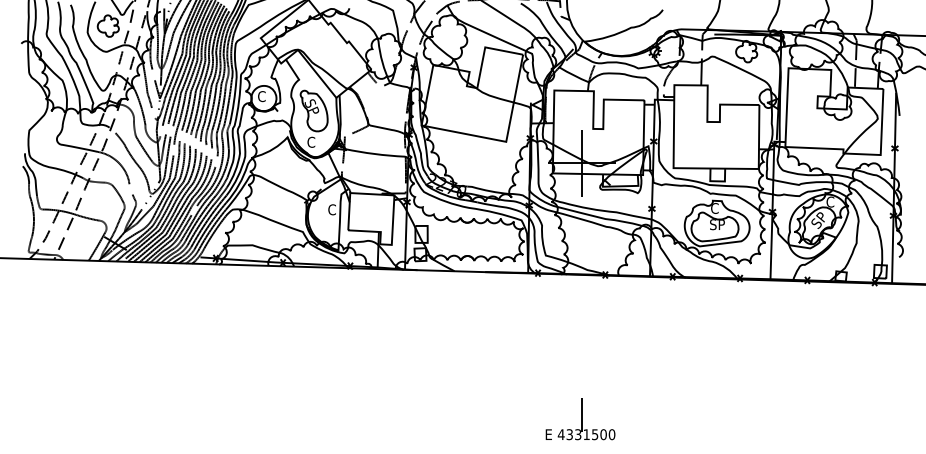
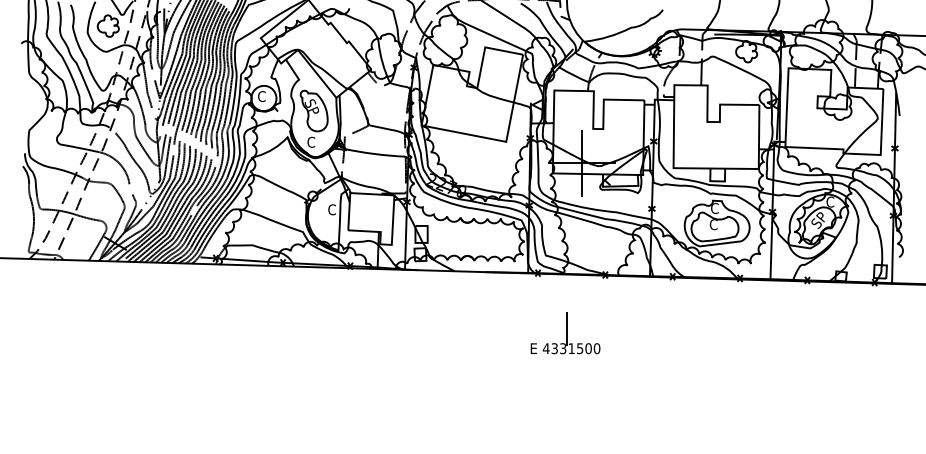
text at (716, 224): SP -> C
part at (580, 419) position: (580, 419) -> (565, 333)
